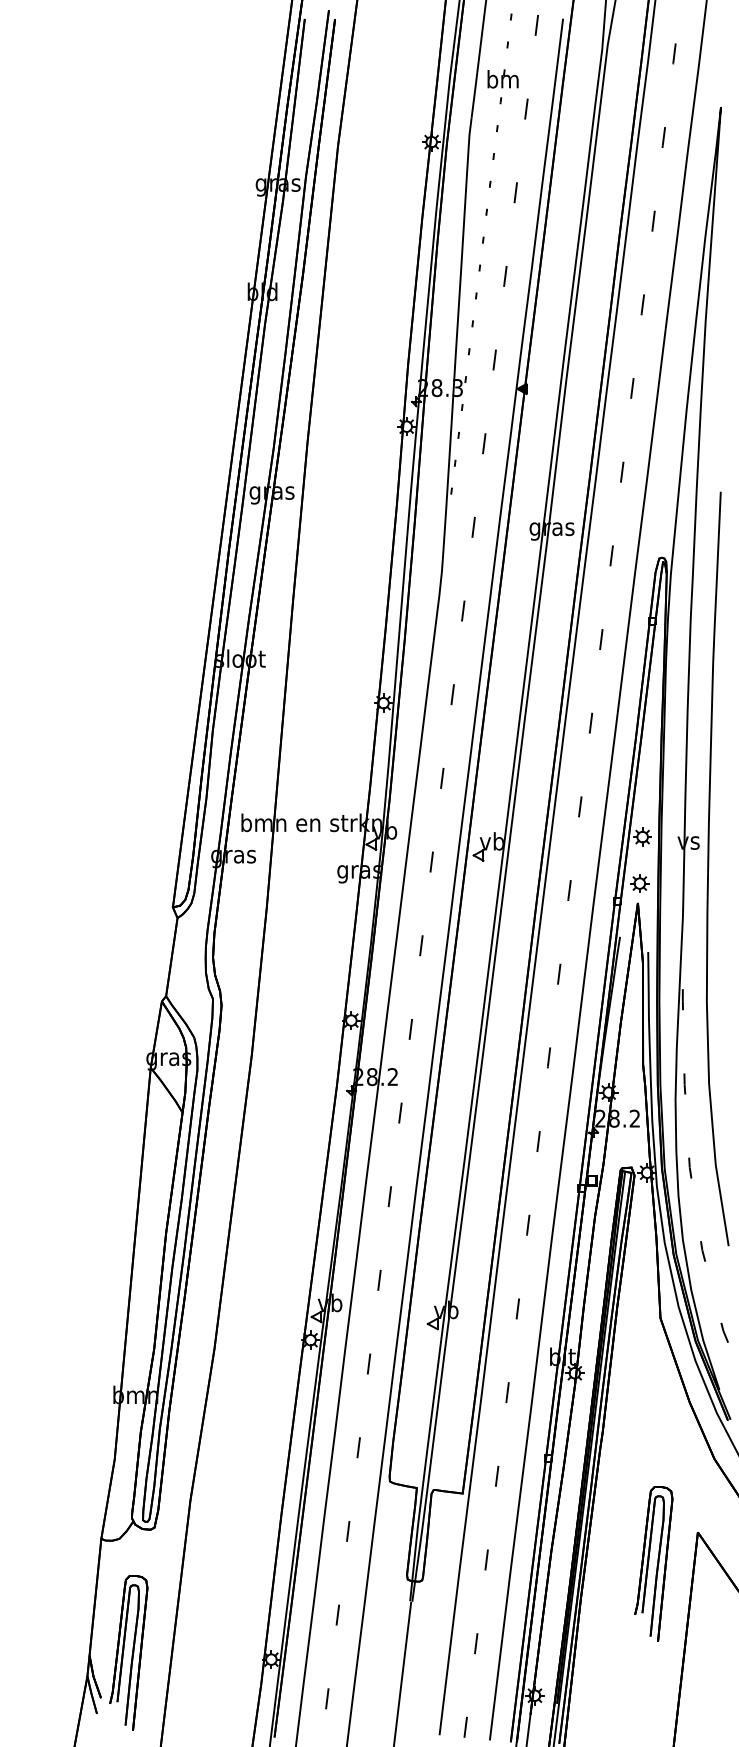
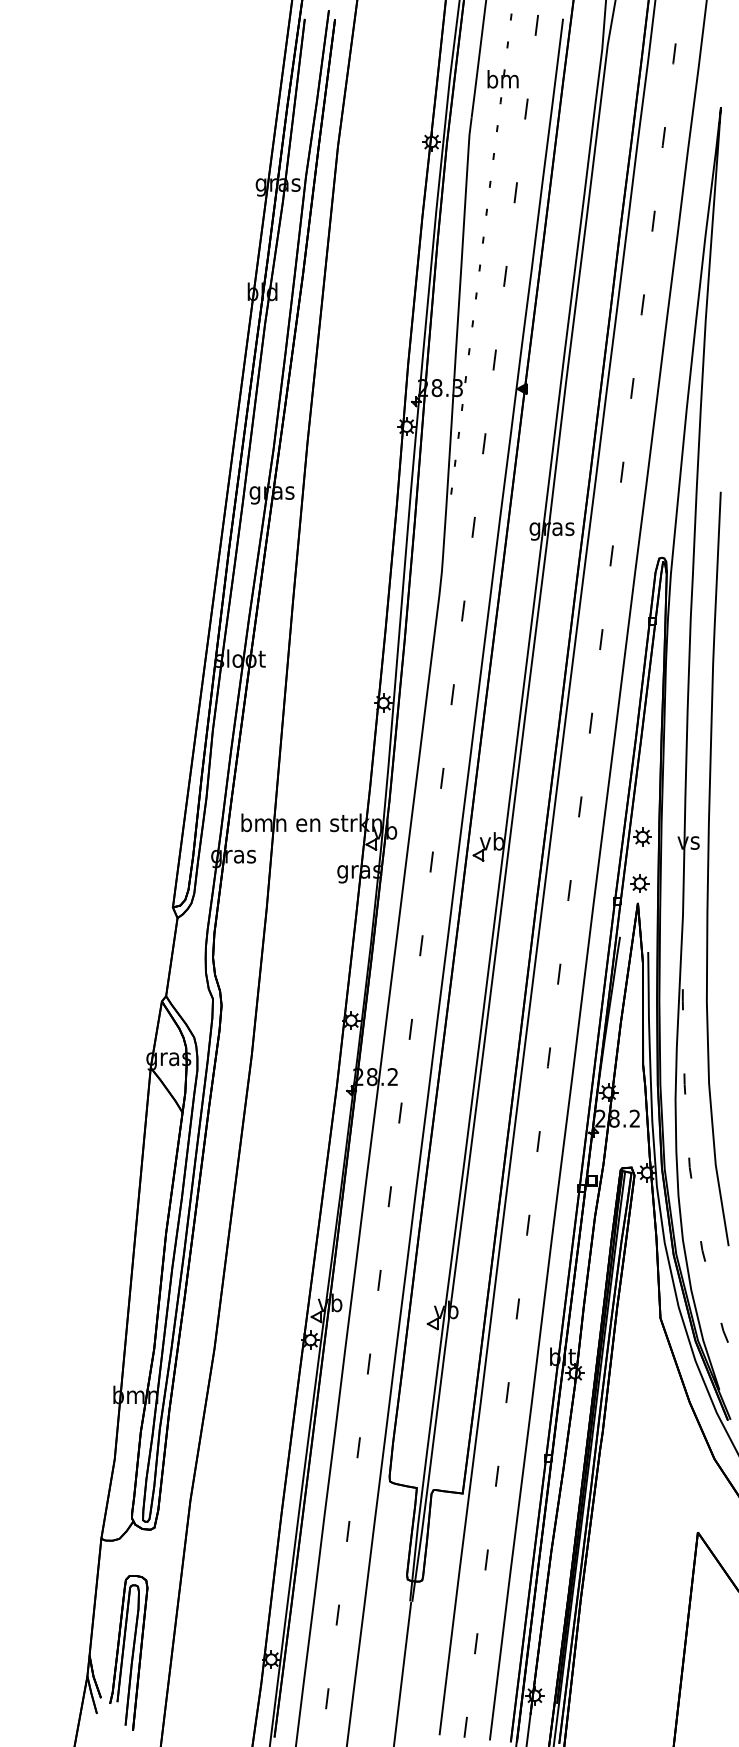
part at (653, 1563): present -> none
